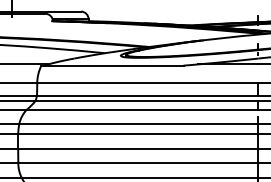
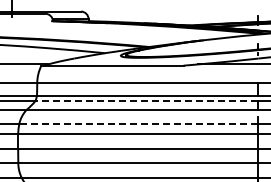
line at (146, 100): solid -> dashed
line at (138, 124): solid -> dashed
